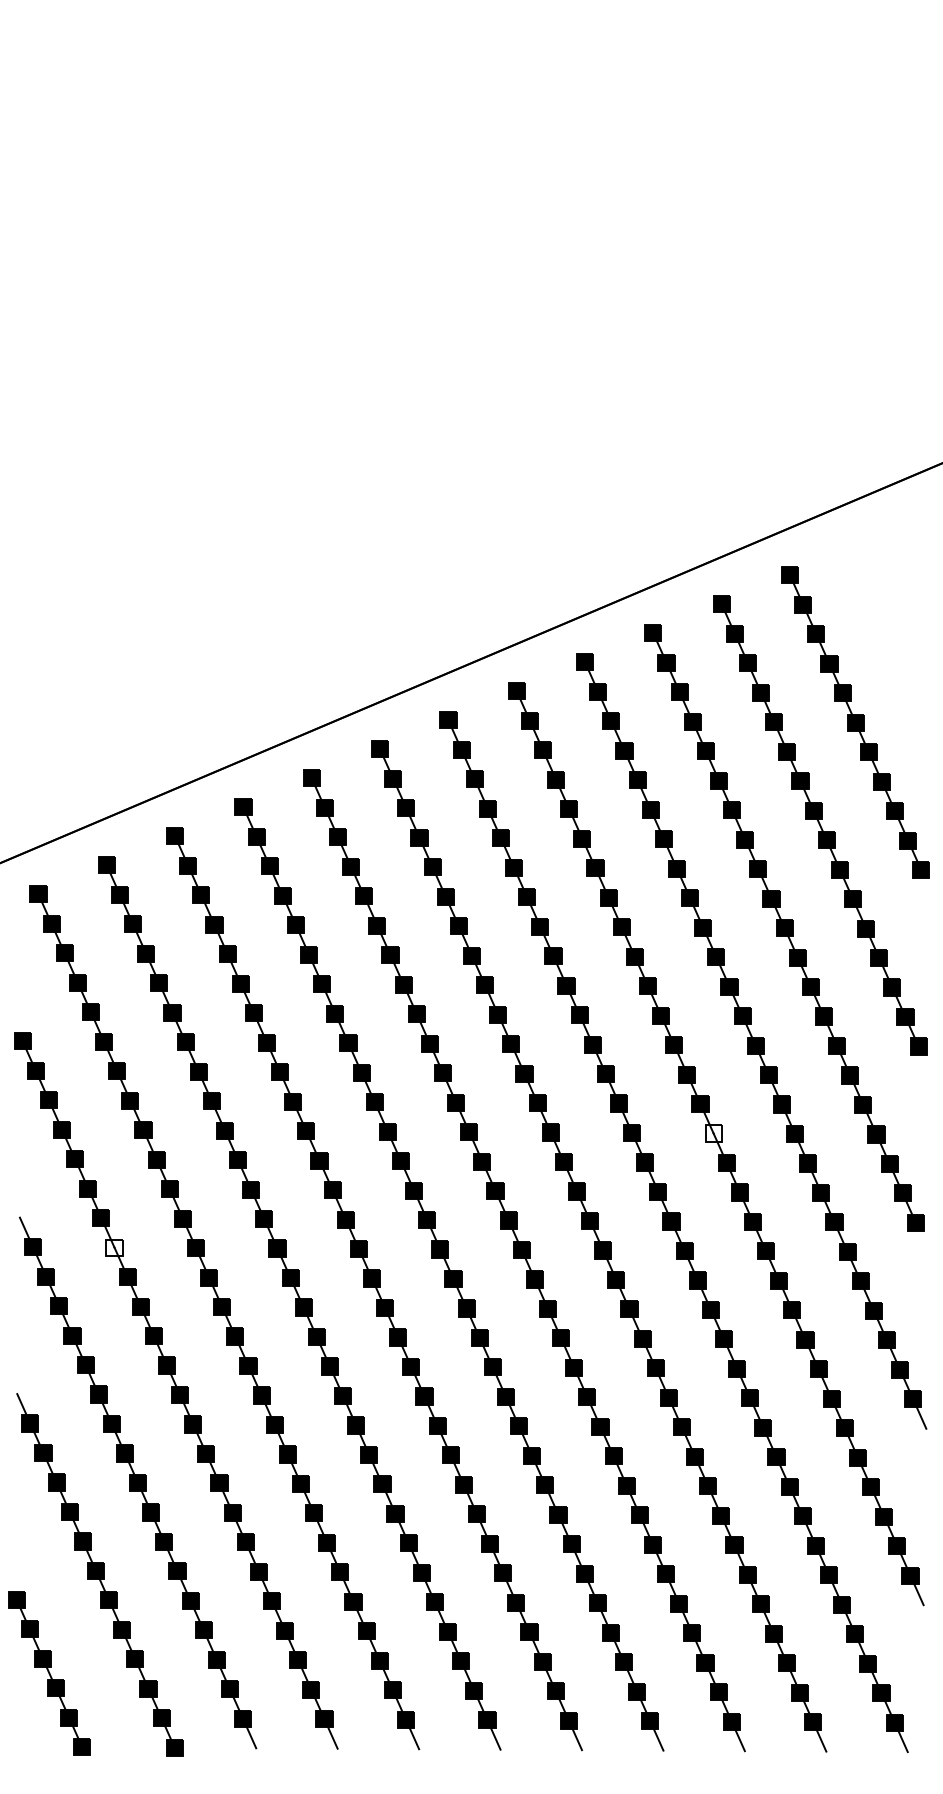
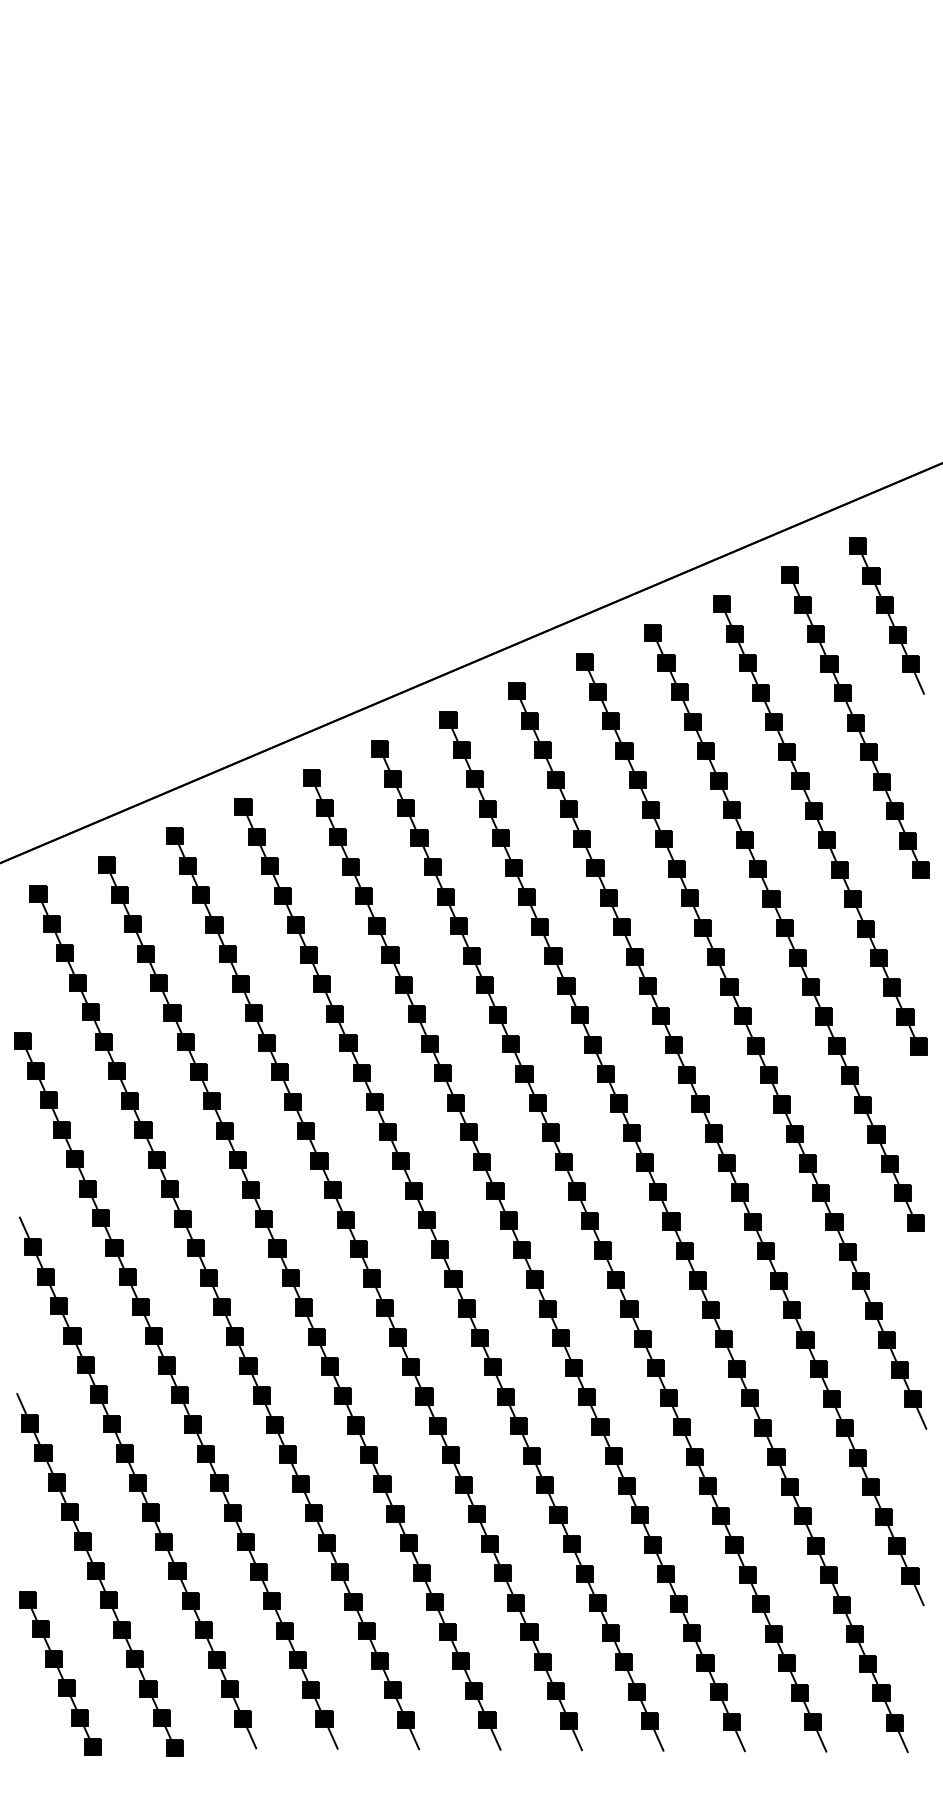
part at (886, 615): none -> present
fill at (713, 1133): none -> present
fill at (114, 1247): none -> present
part at (49, 1673) position: (49, 1673) -> (60, 1673)
